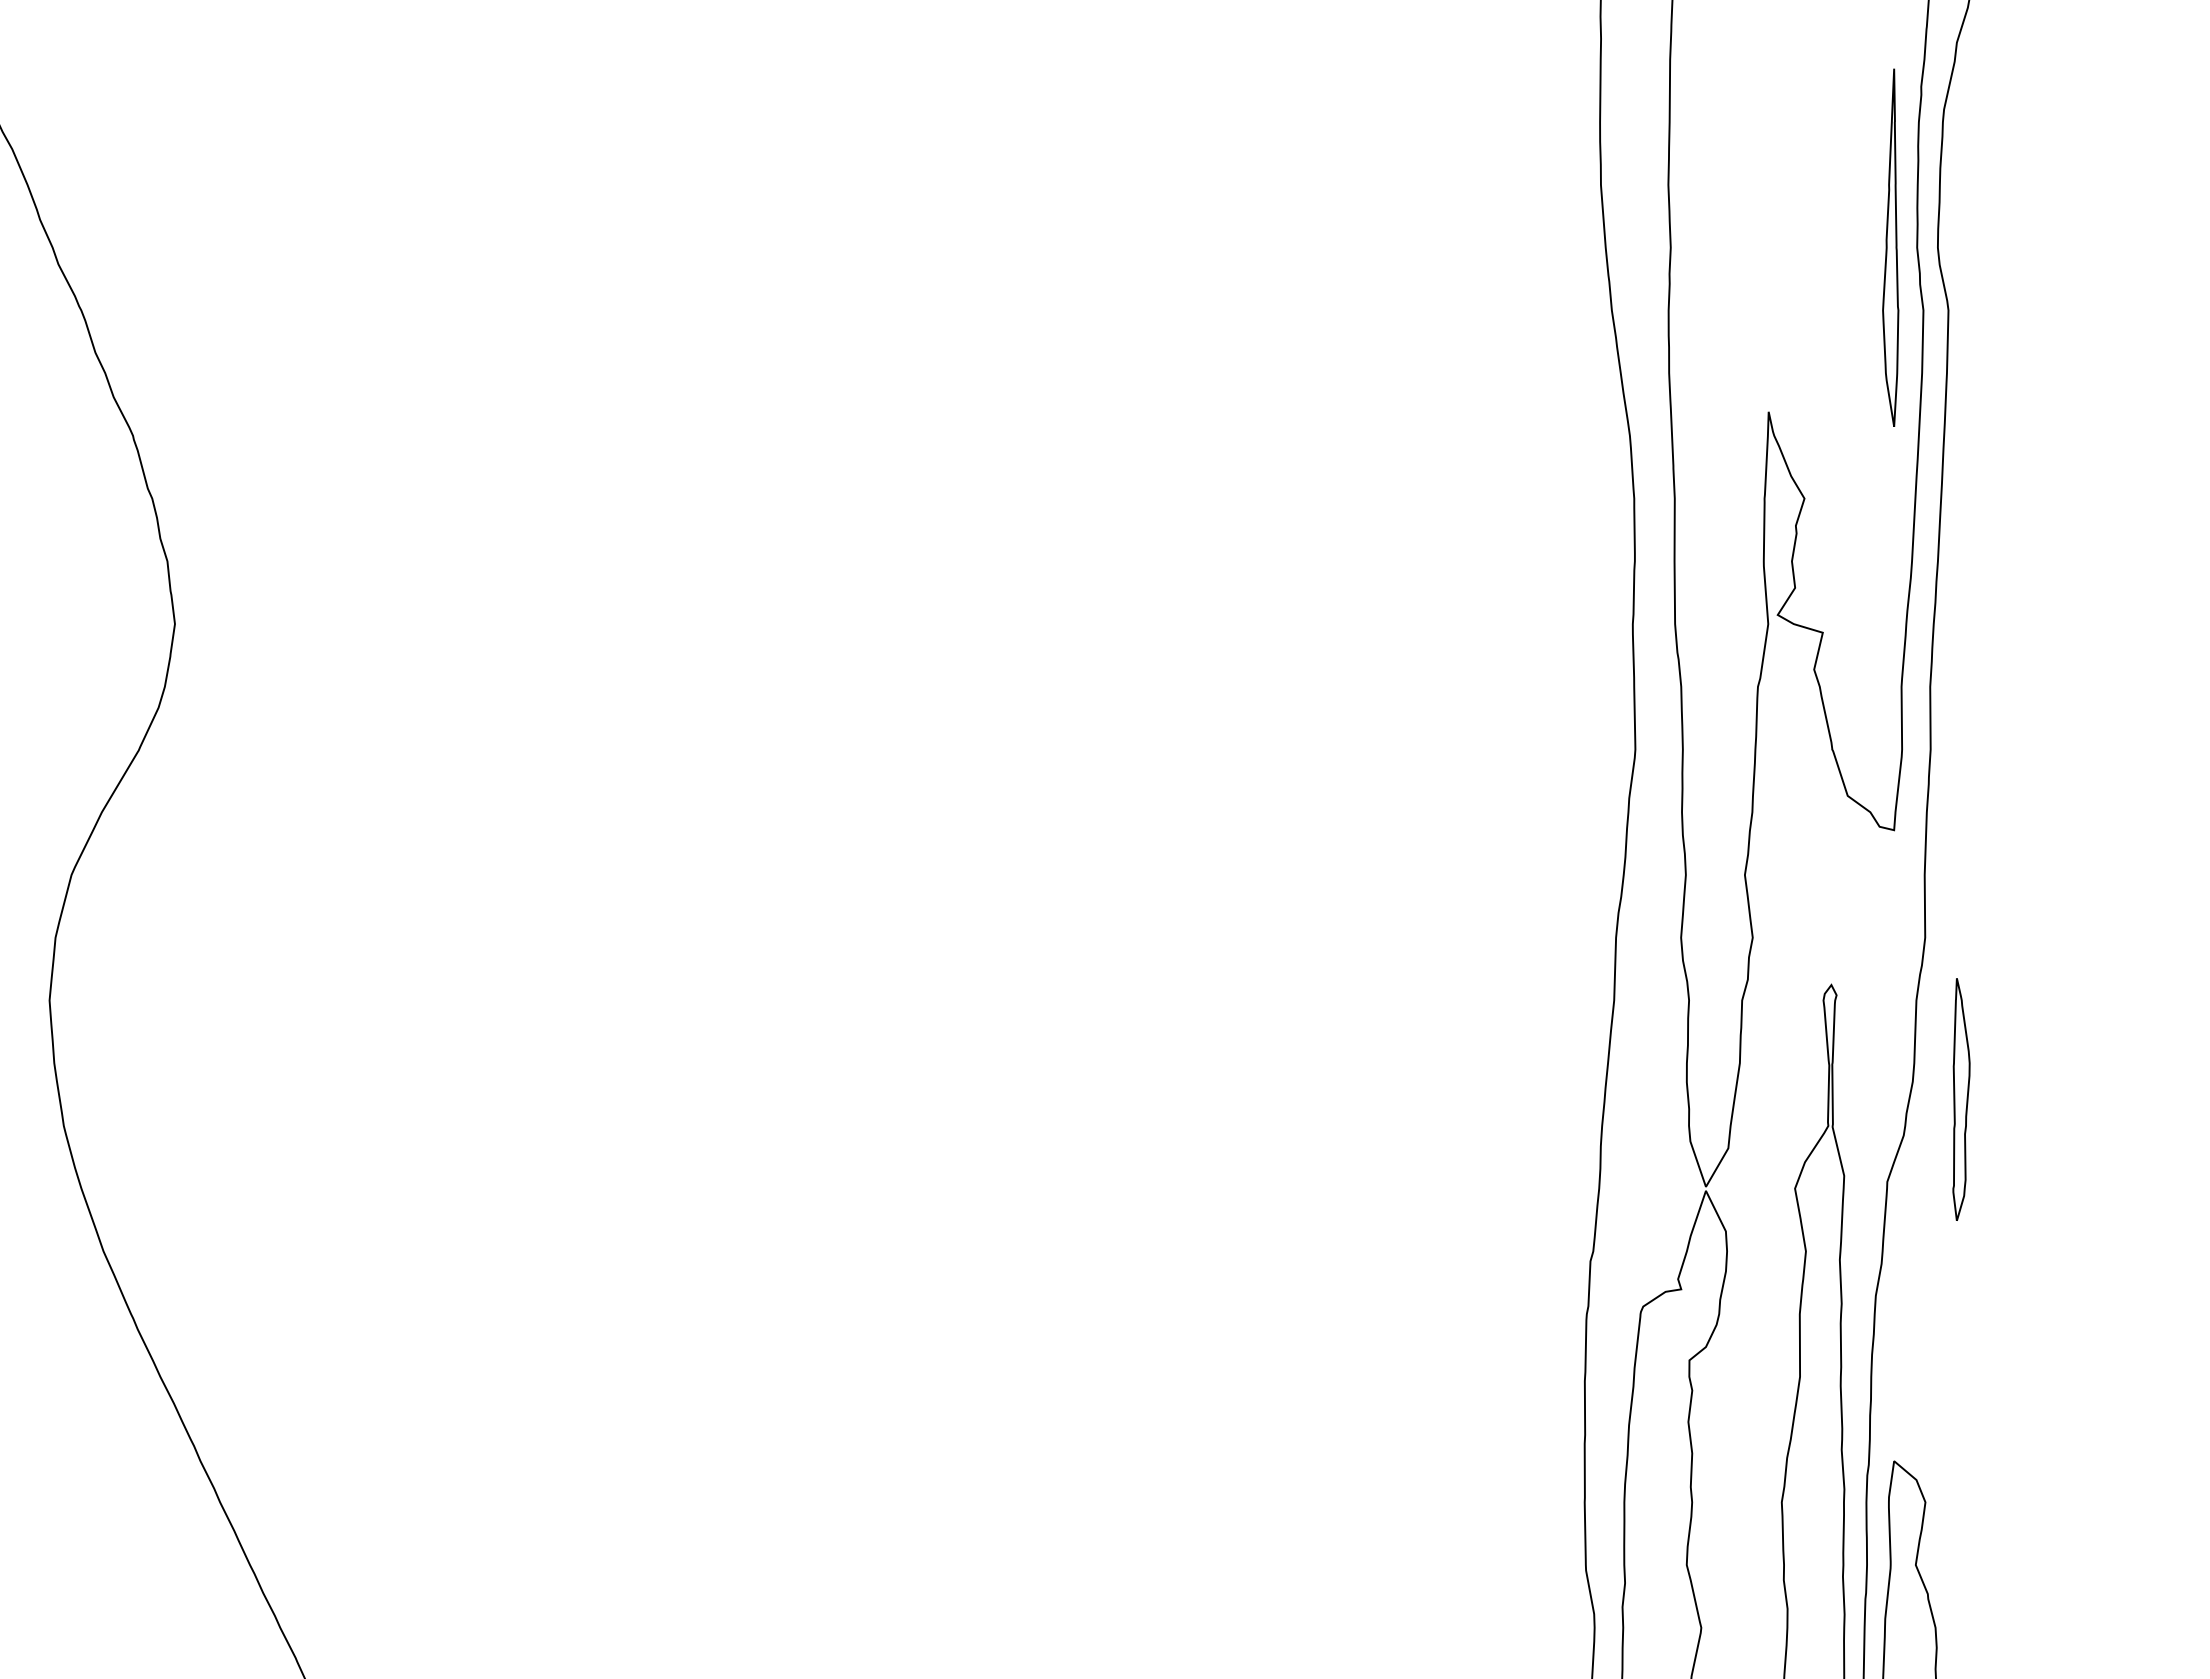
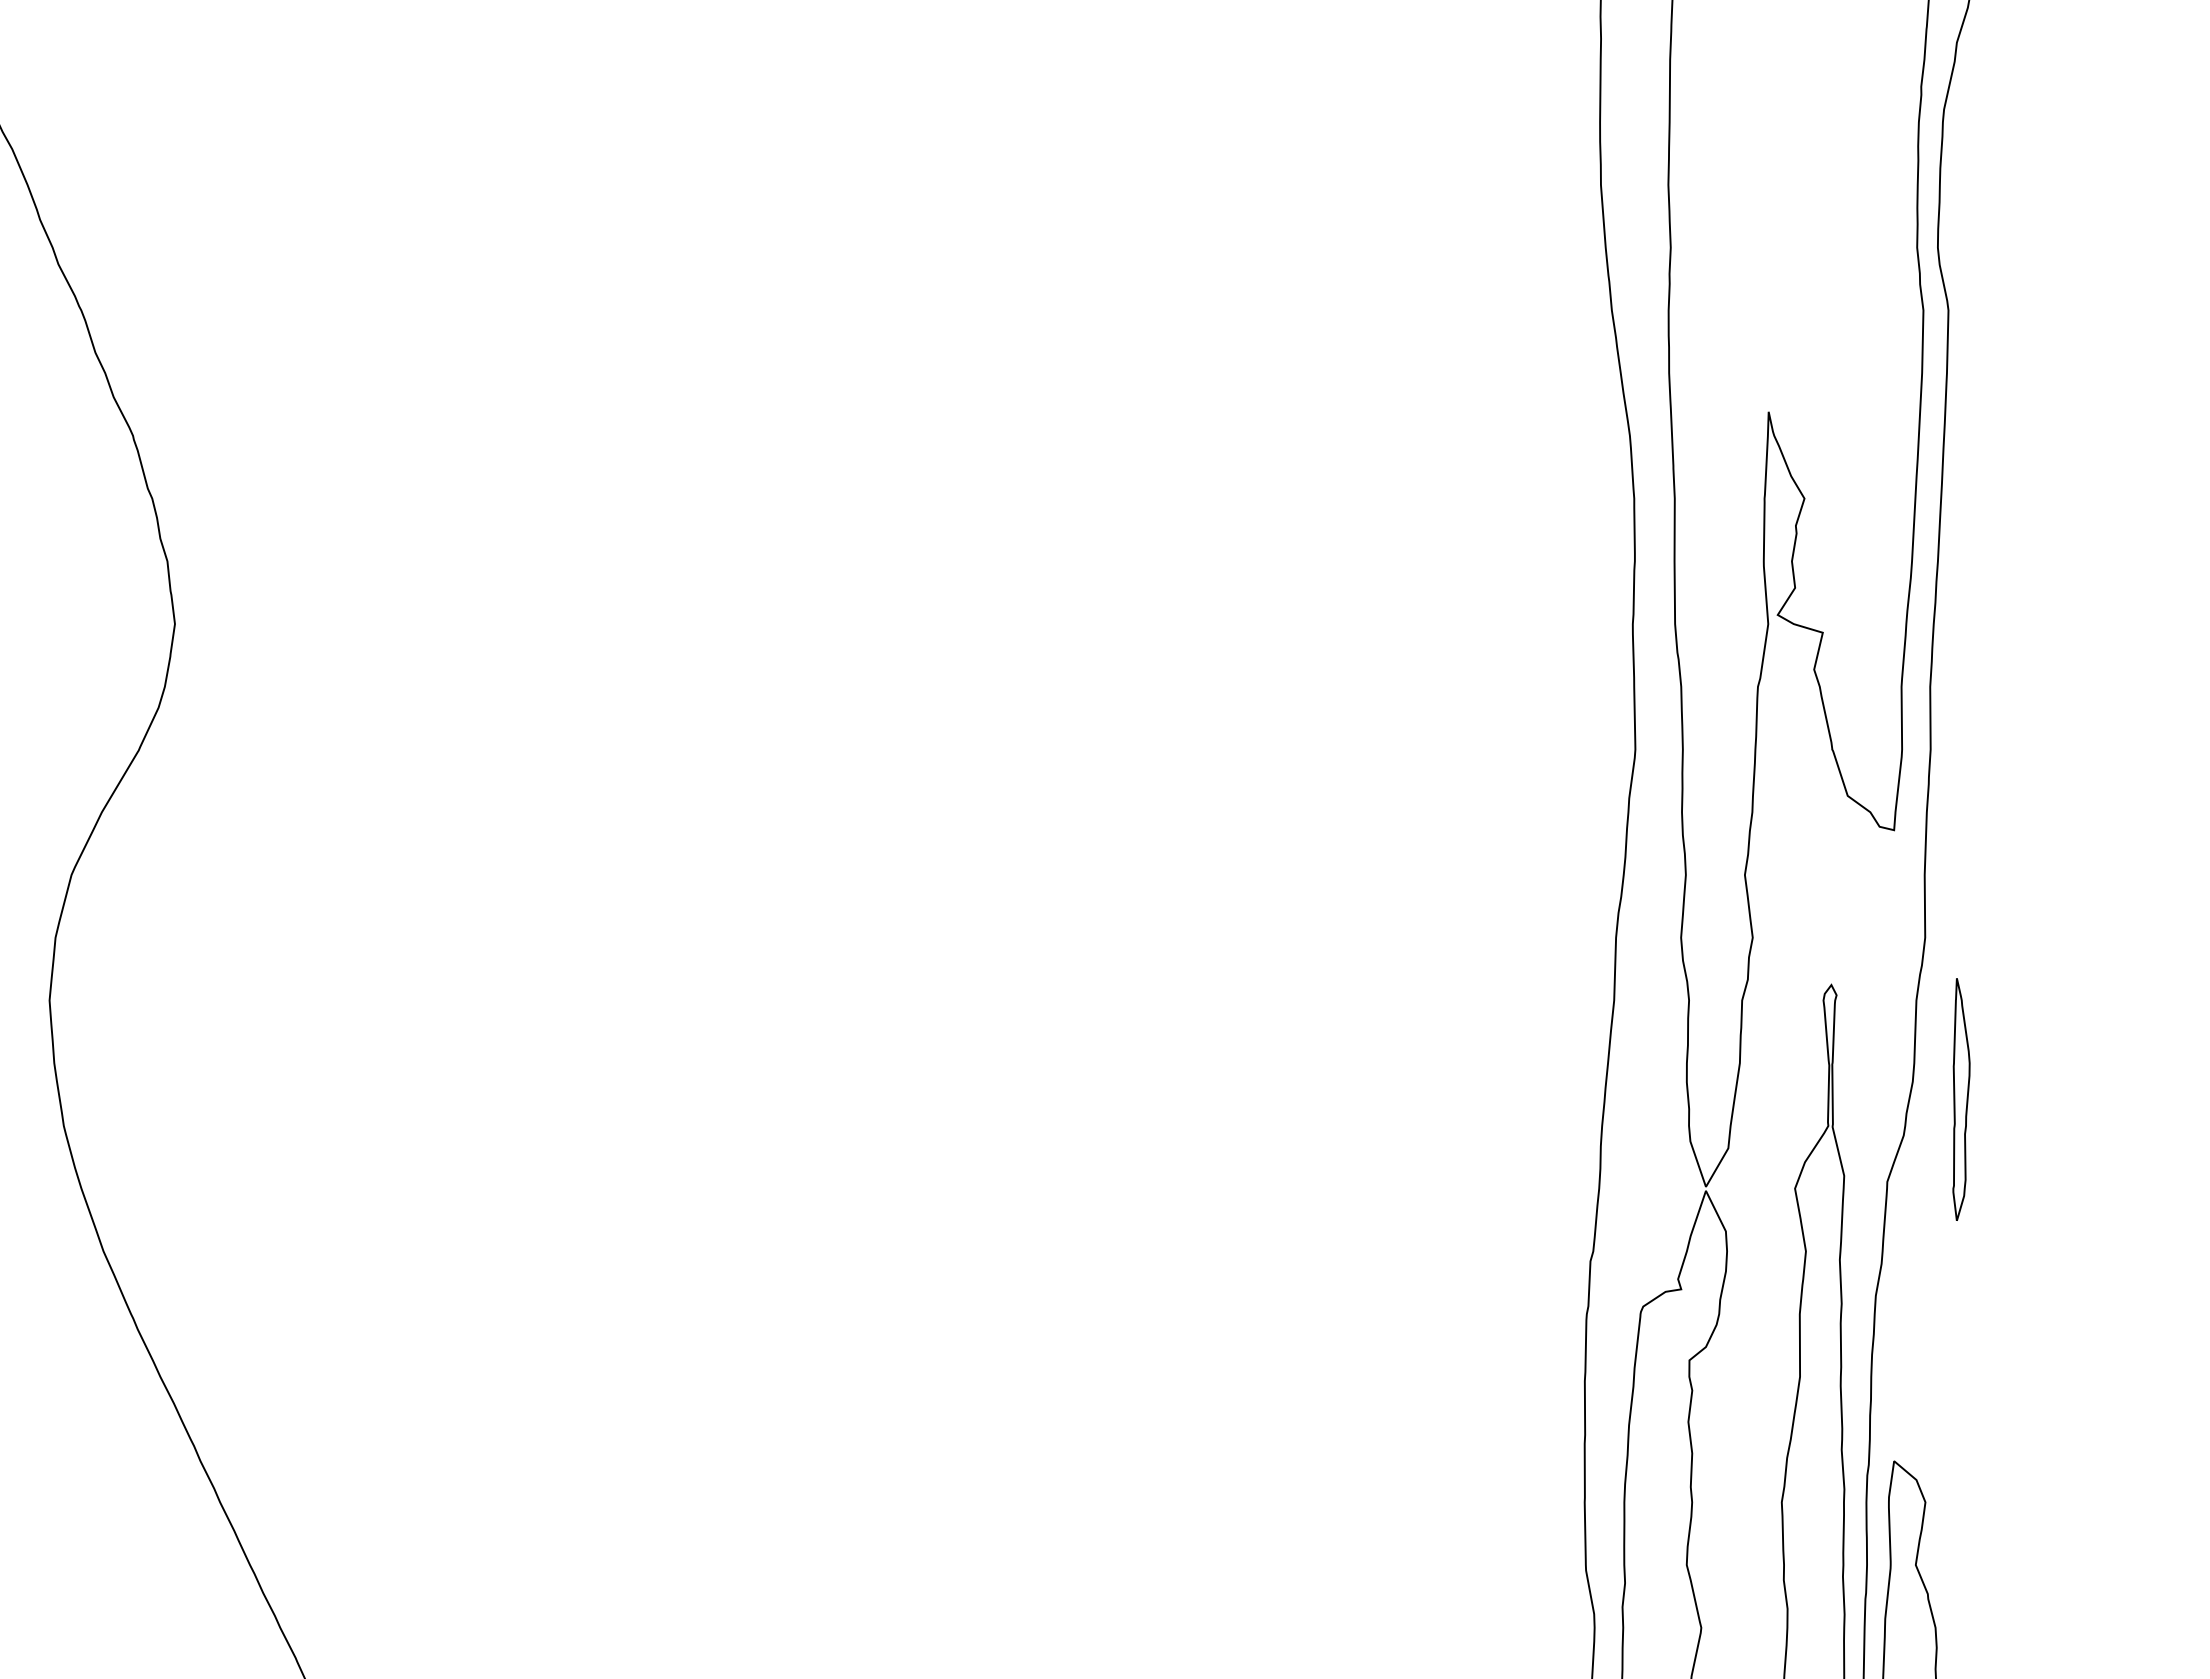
part at (1890, 247): present -> none
